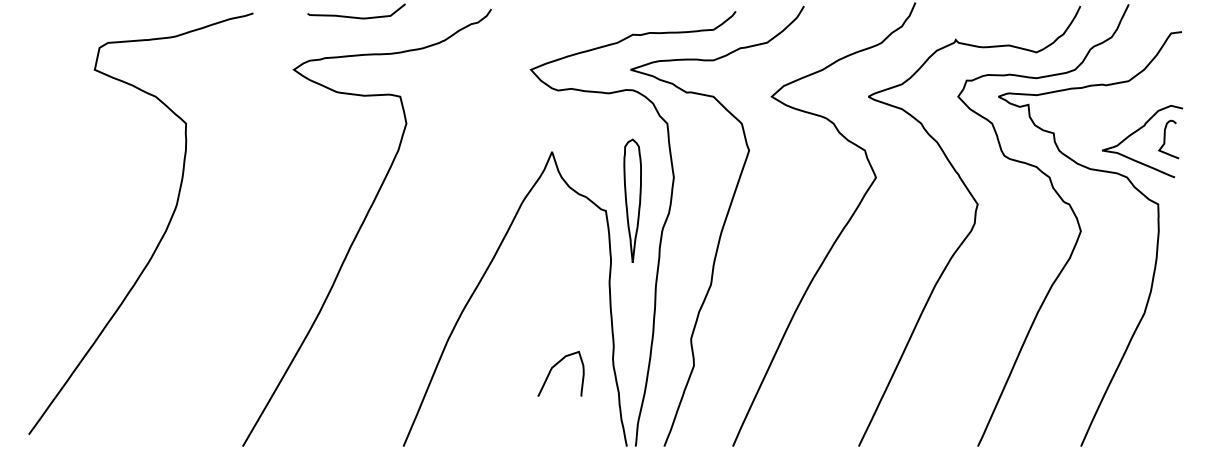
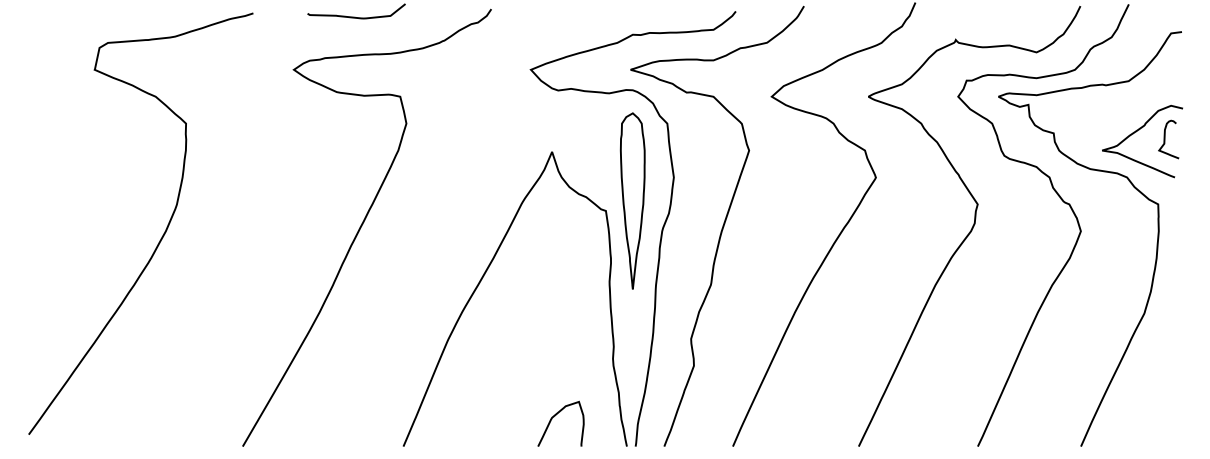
part at (632, 200) size: 19x125 px -> 27x178 px
curve at (554, 367) position: (554, 367) -> (554, 417)
